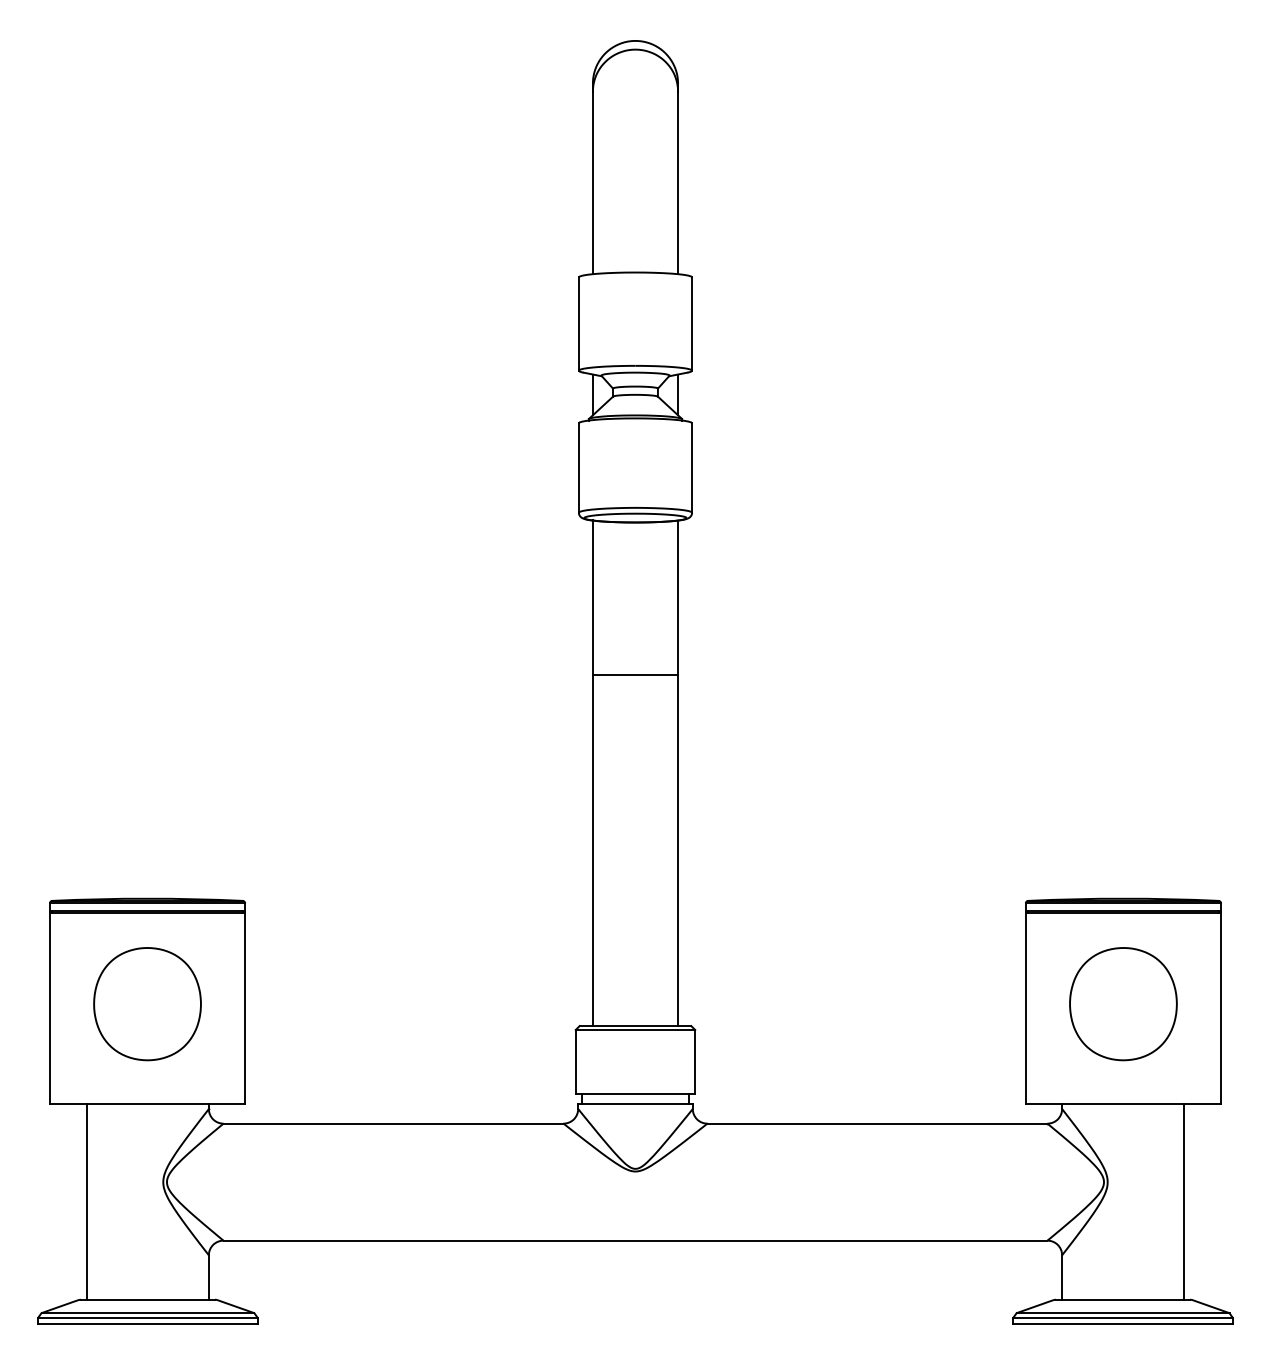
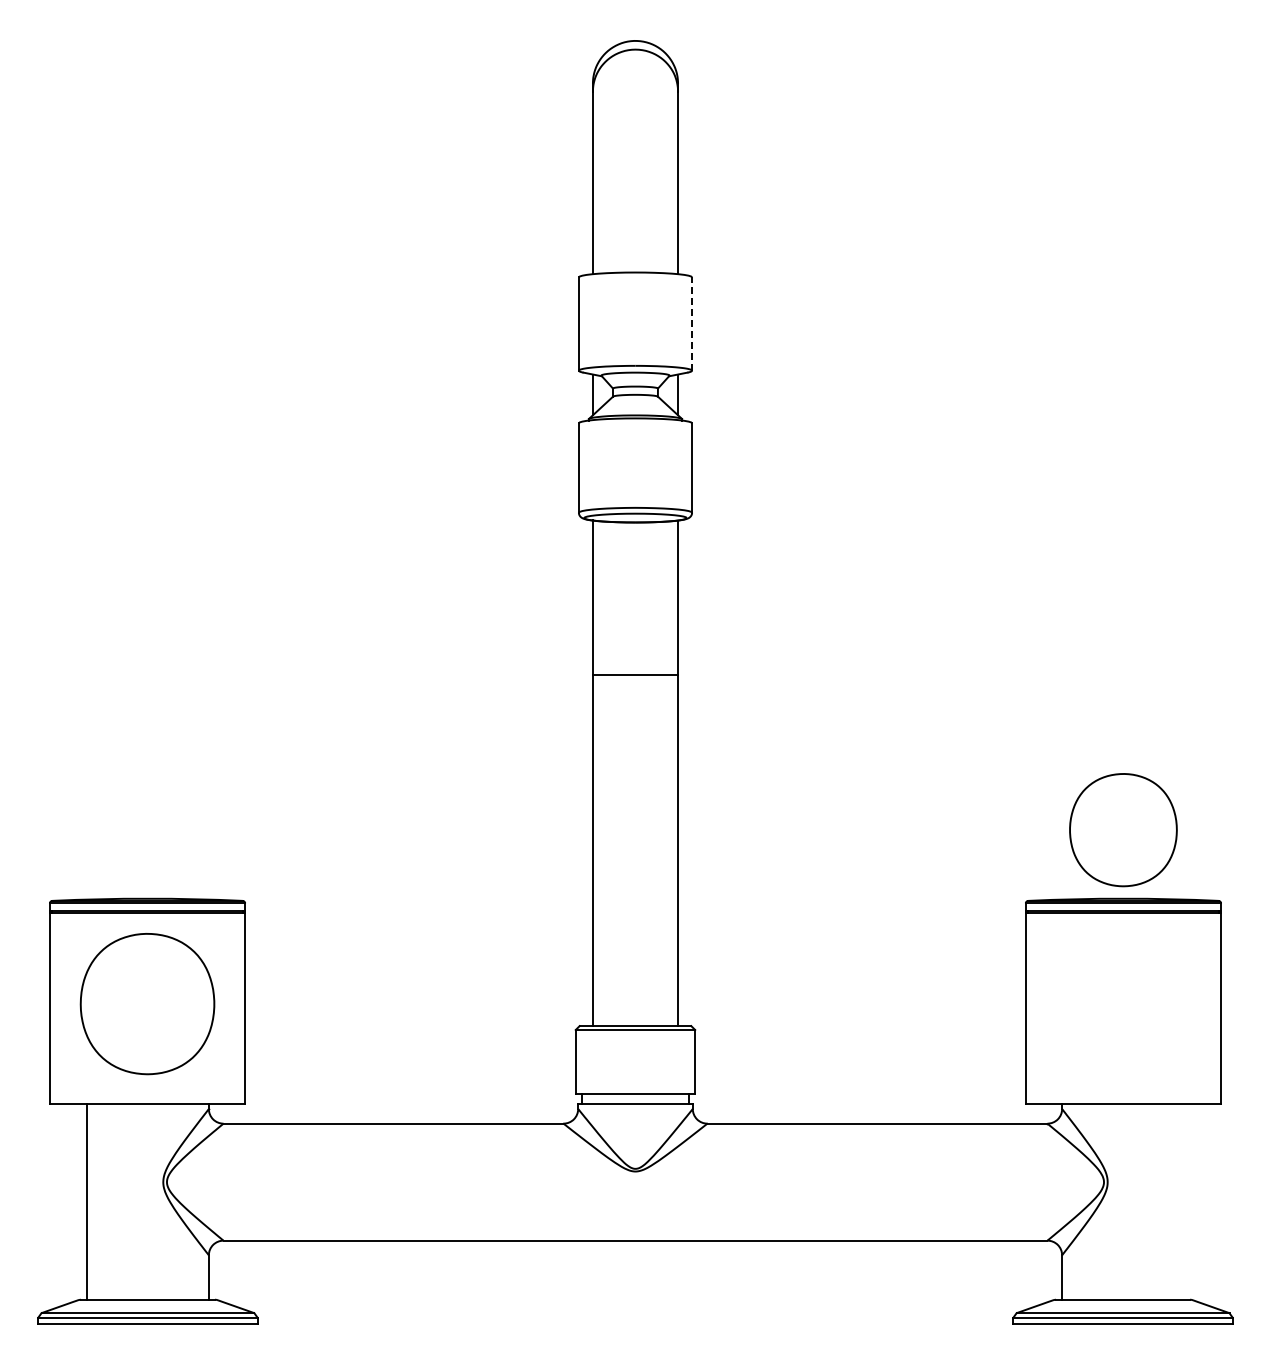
line at (692, 324): solid -> dashed
part at (147, 1004) size: 109x115 px -> 137x143 px
part at (1123, 1004) position: (1123, 1004) -> (1123, 830)
line at (1184, 1201): present -> none
